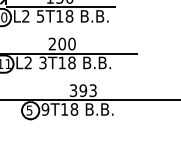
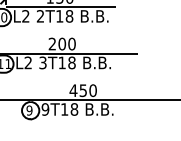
text at (40, 16): 5T18 -> 2T18
text at (82, 90): 393 -> 450
text at (29, 110): 5 -> 9
